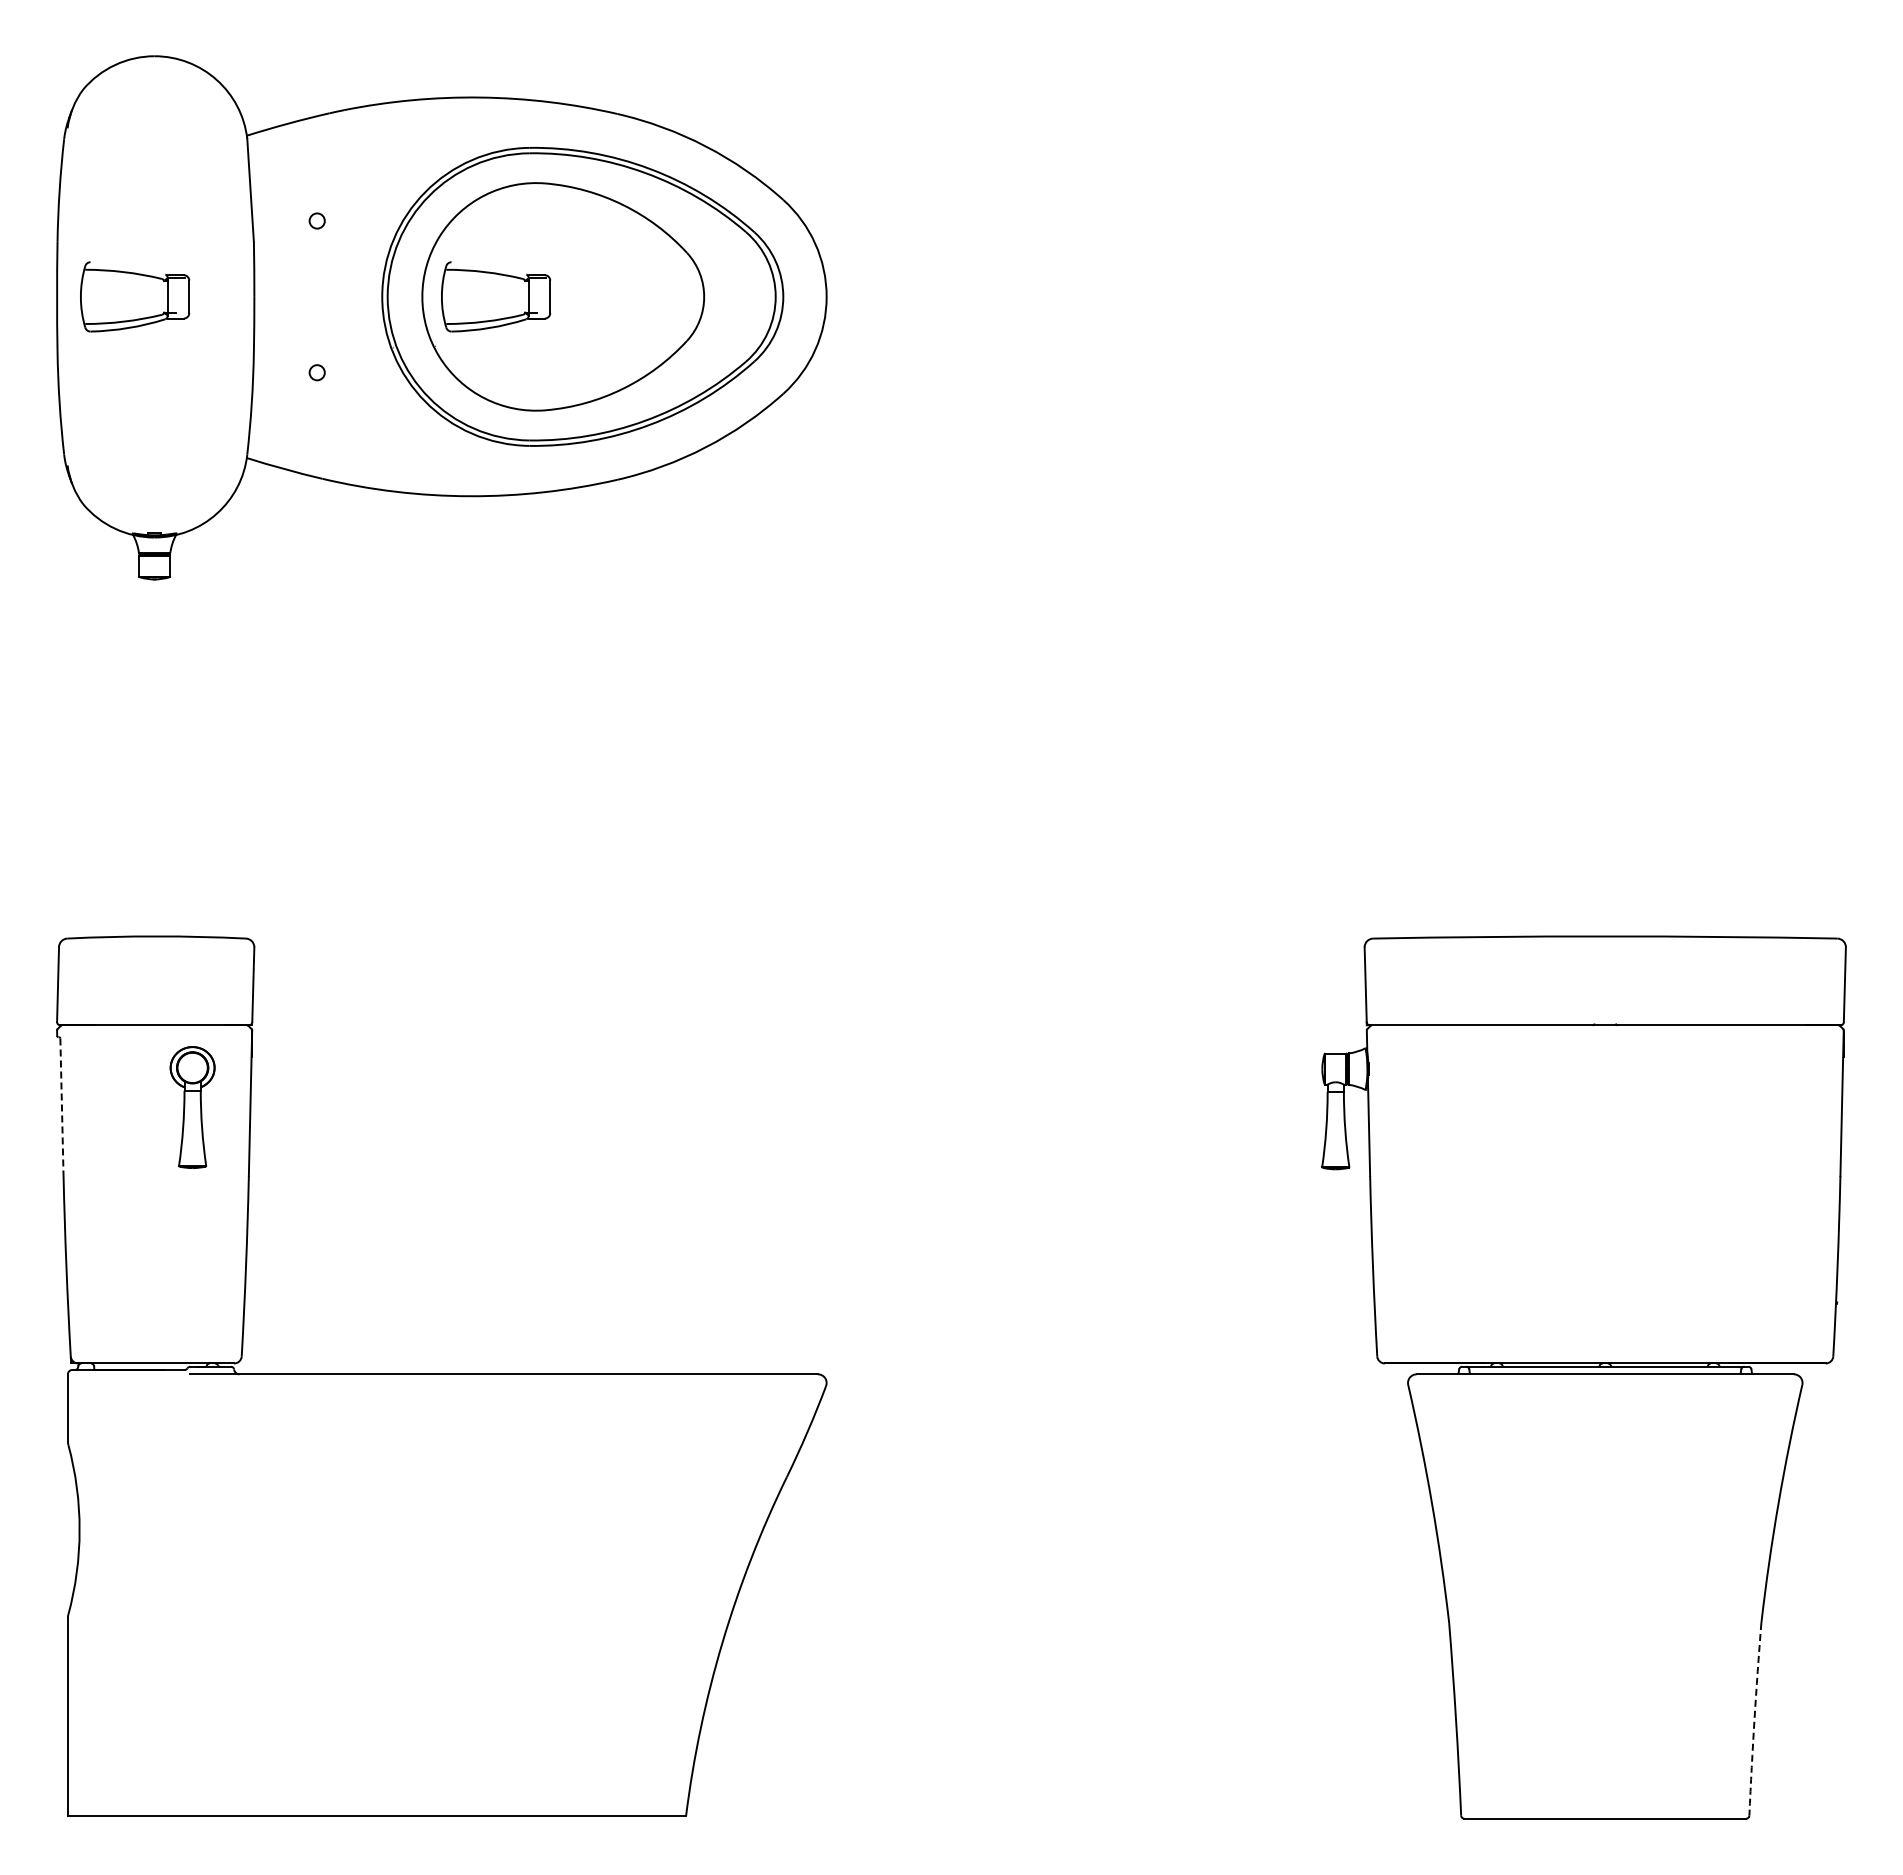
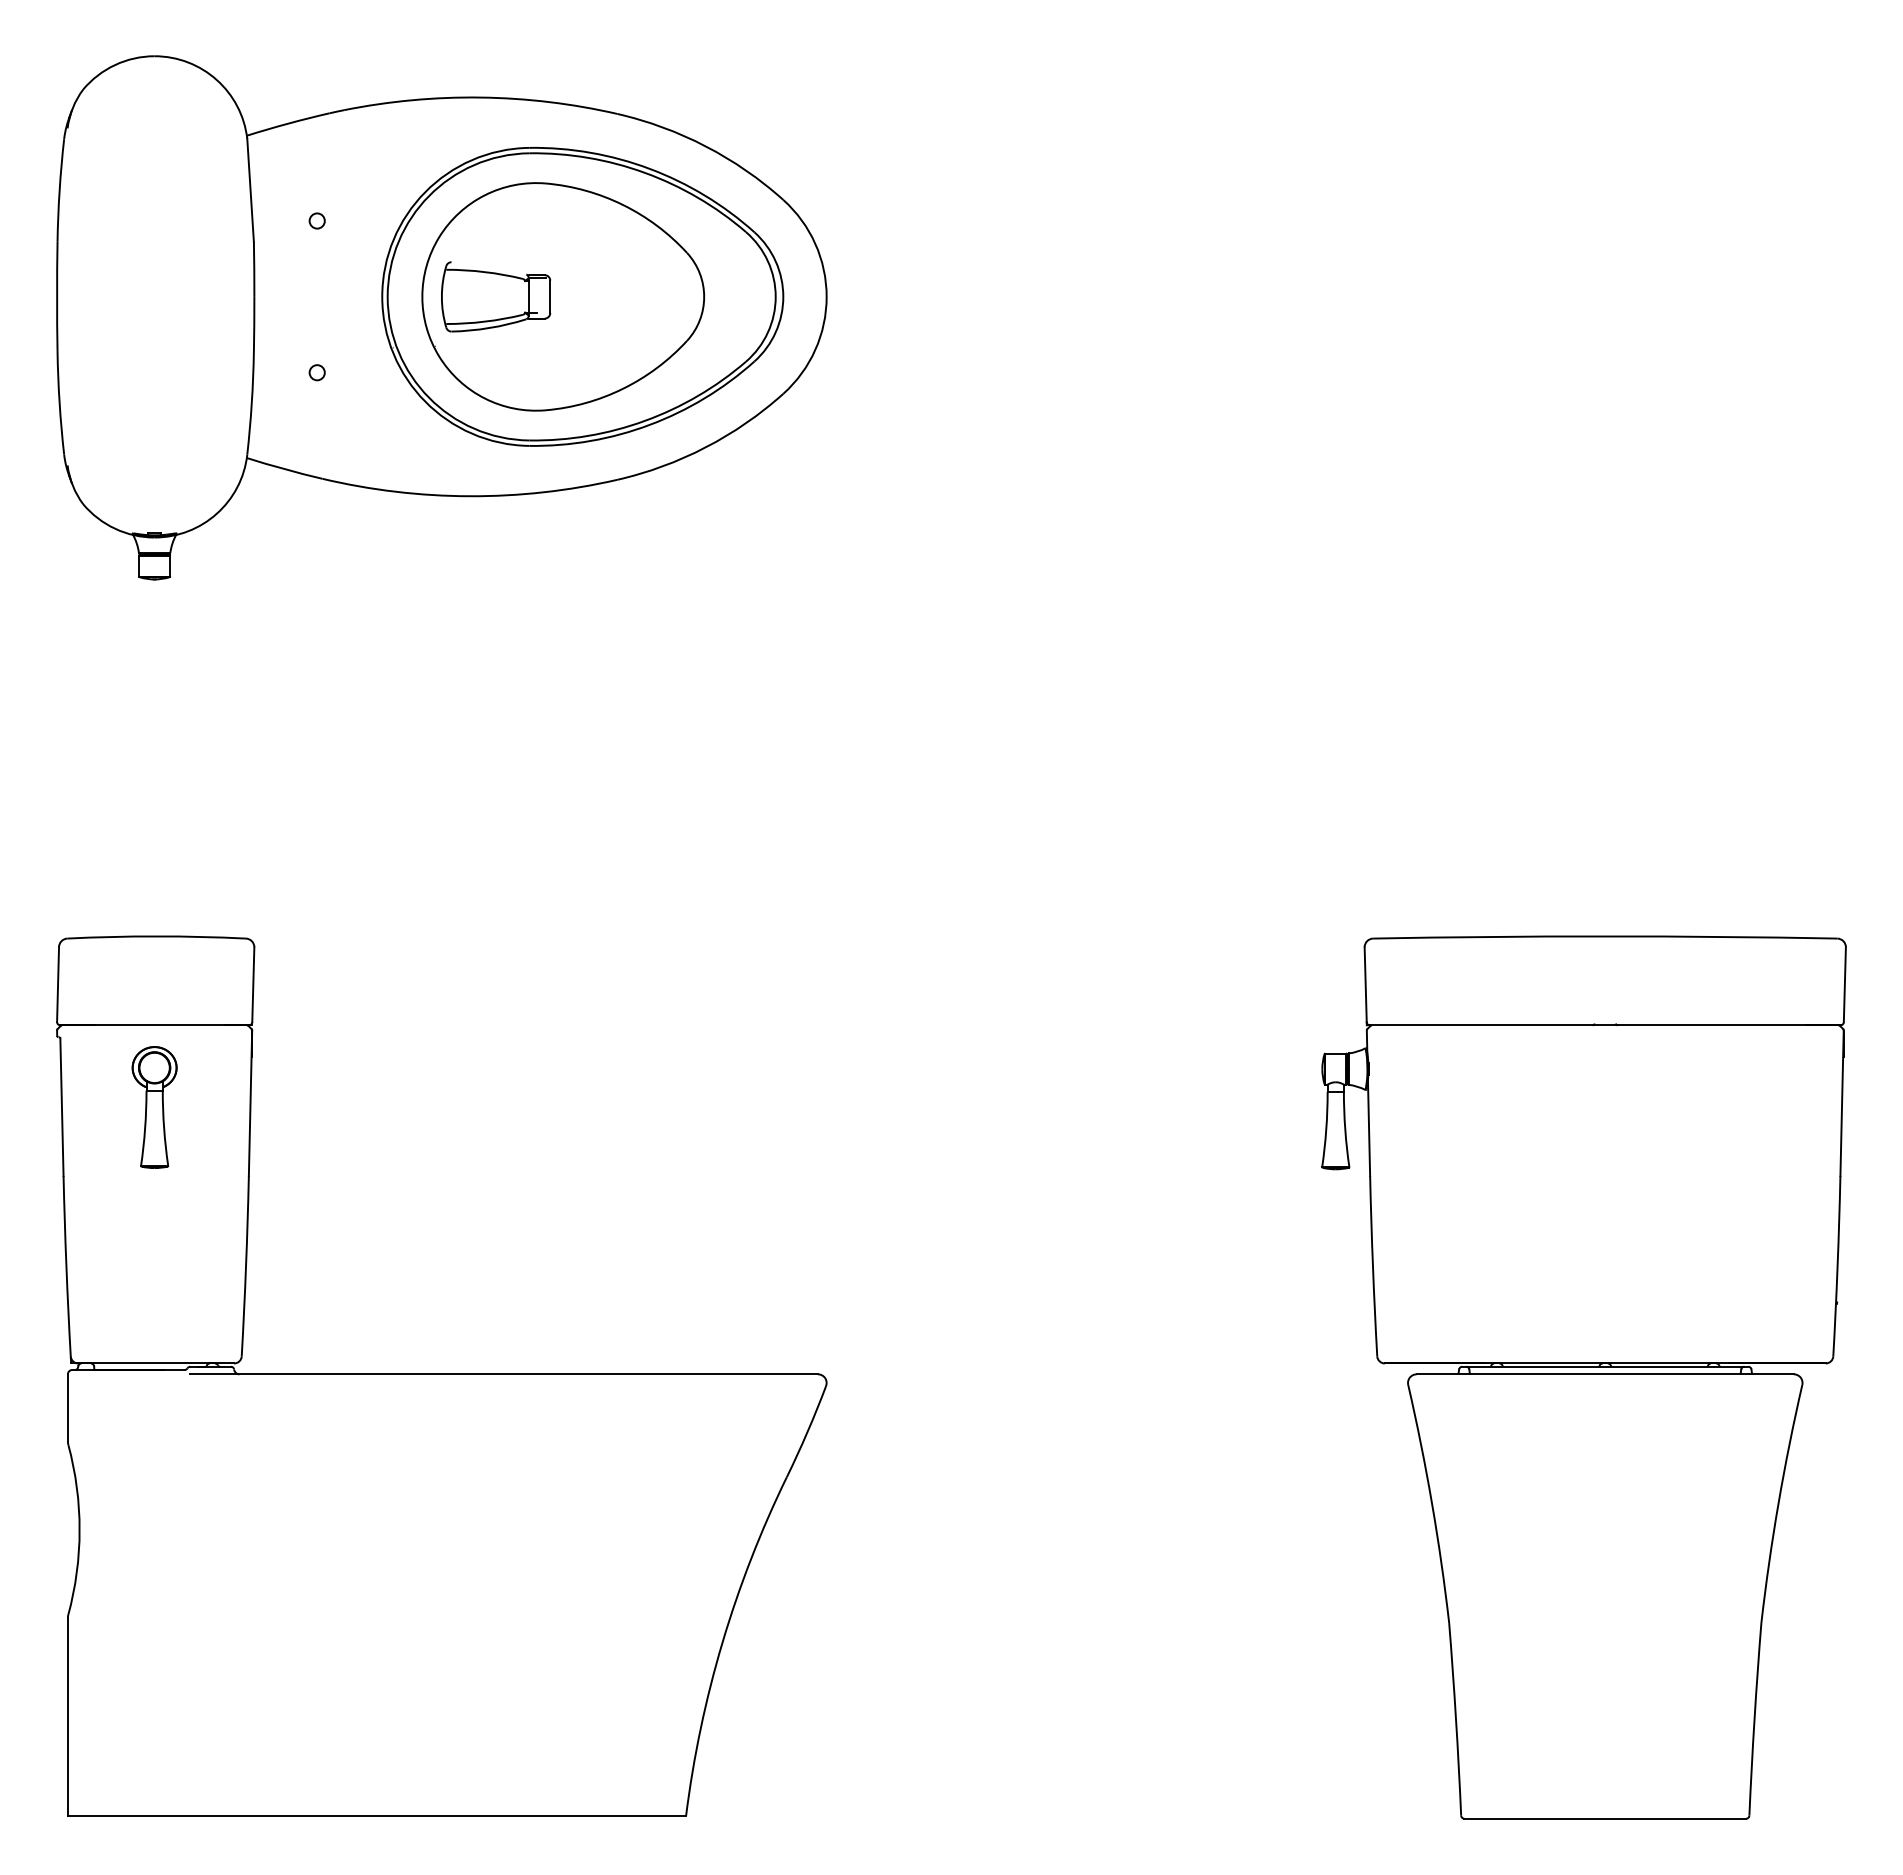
part at (135, 296): present -> none
line at (61, 1107): dashed -> solid
part at (192, 1107) position: (192, 1107) -> (154, 1107)
arc at (1754, 1719): dashed -> solid
